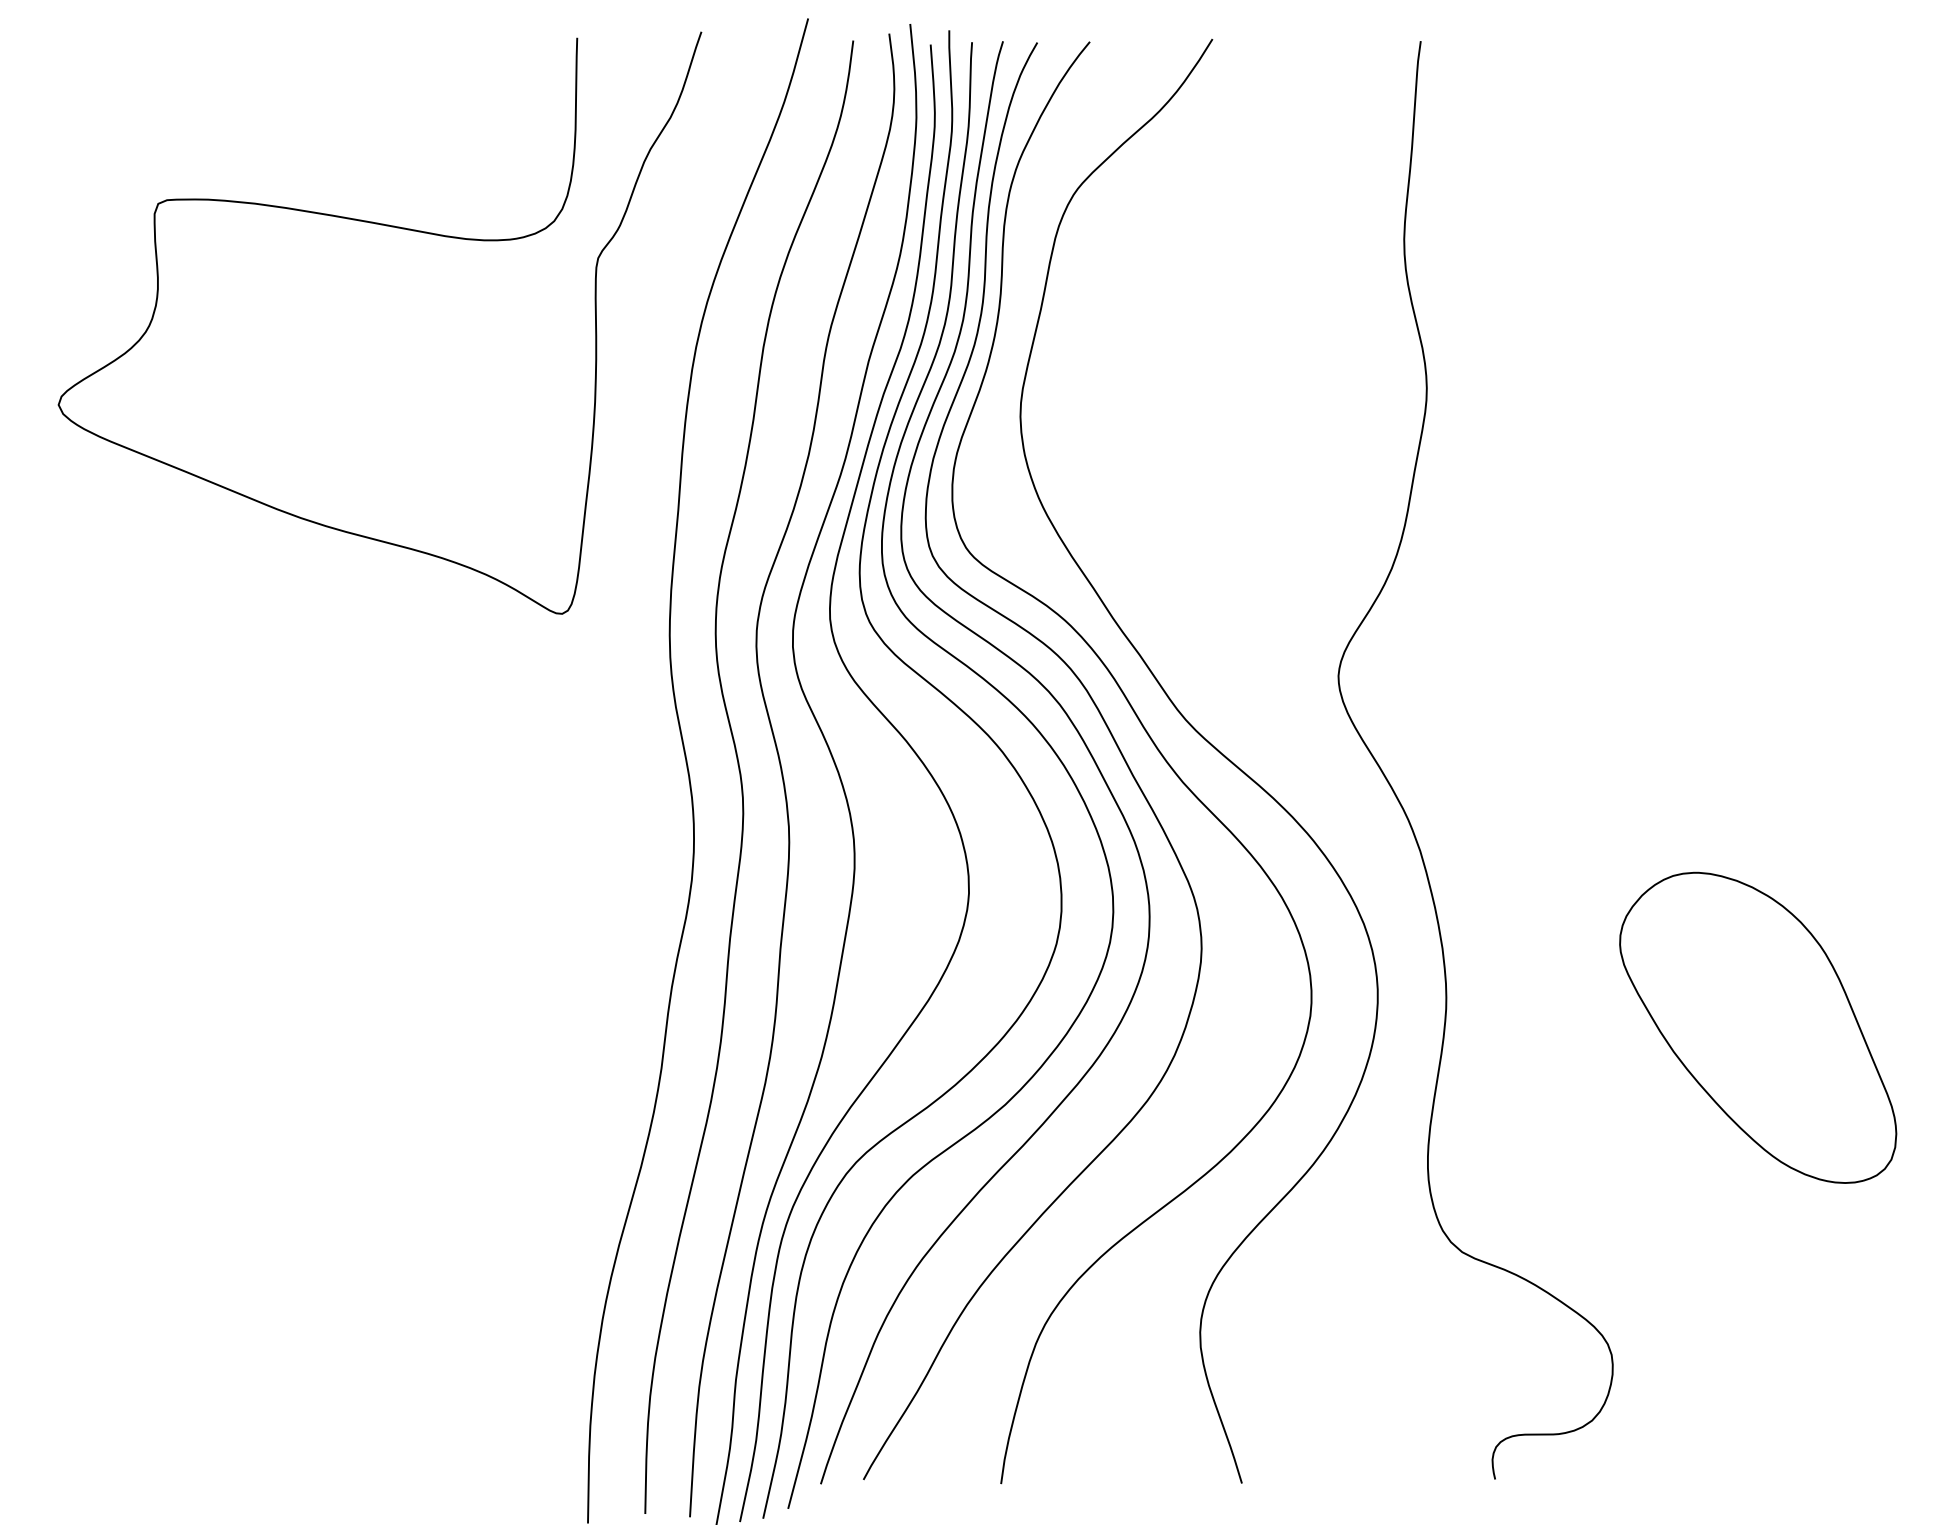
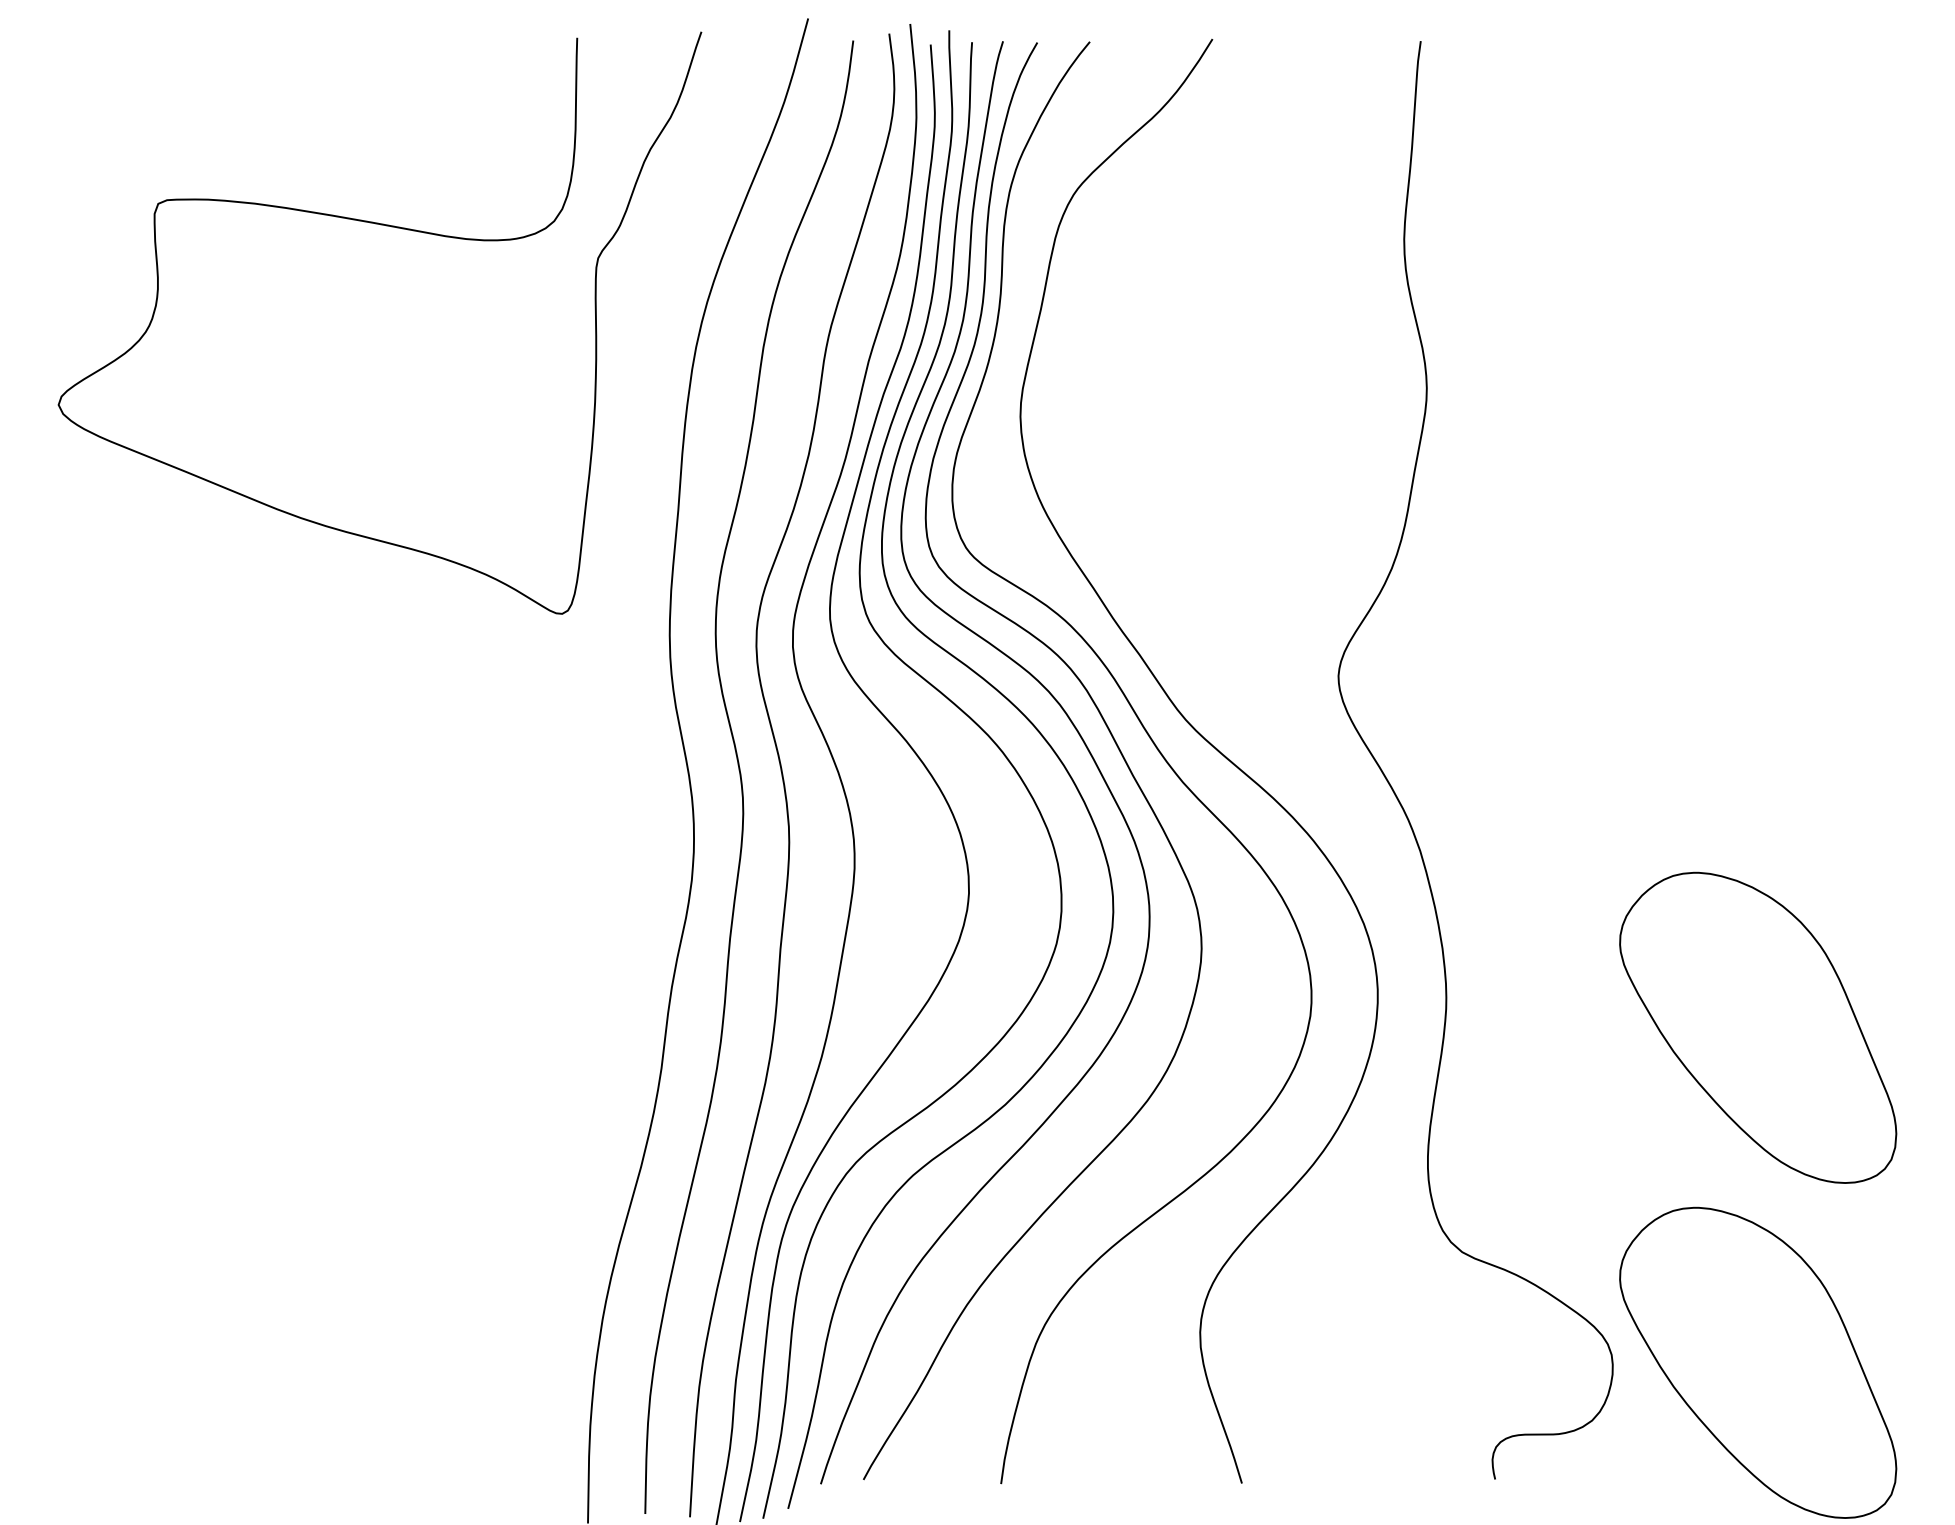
part at (1758, 1362): none -> present
